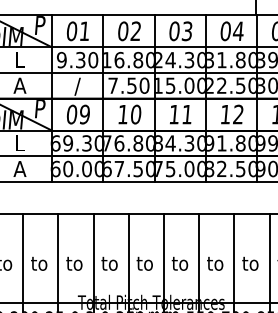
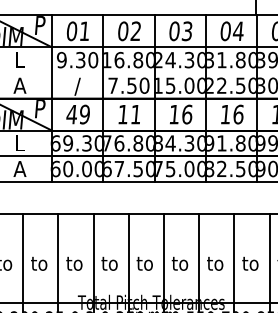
line at (138, 72): present -> none
text at (71, 114): 09 -> 49
text at (136, 114): 10 -> 11
text at (187, 114): 11 -> 16
text at (238, 114): 12 -> 16
